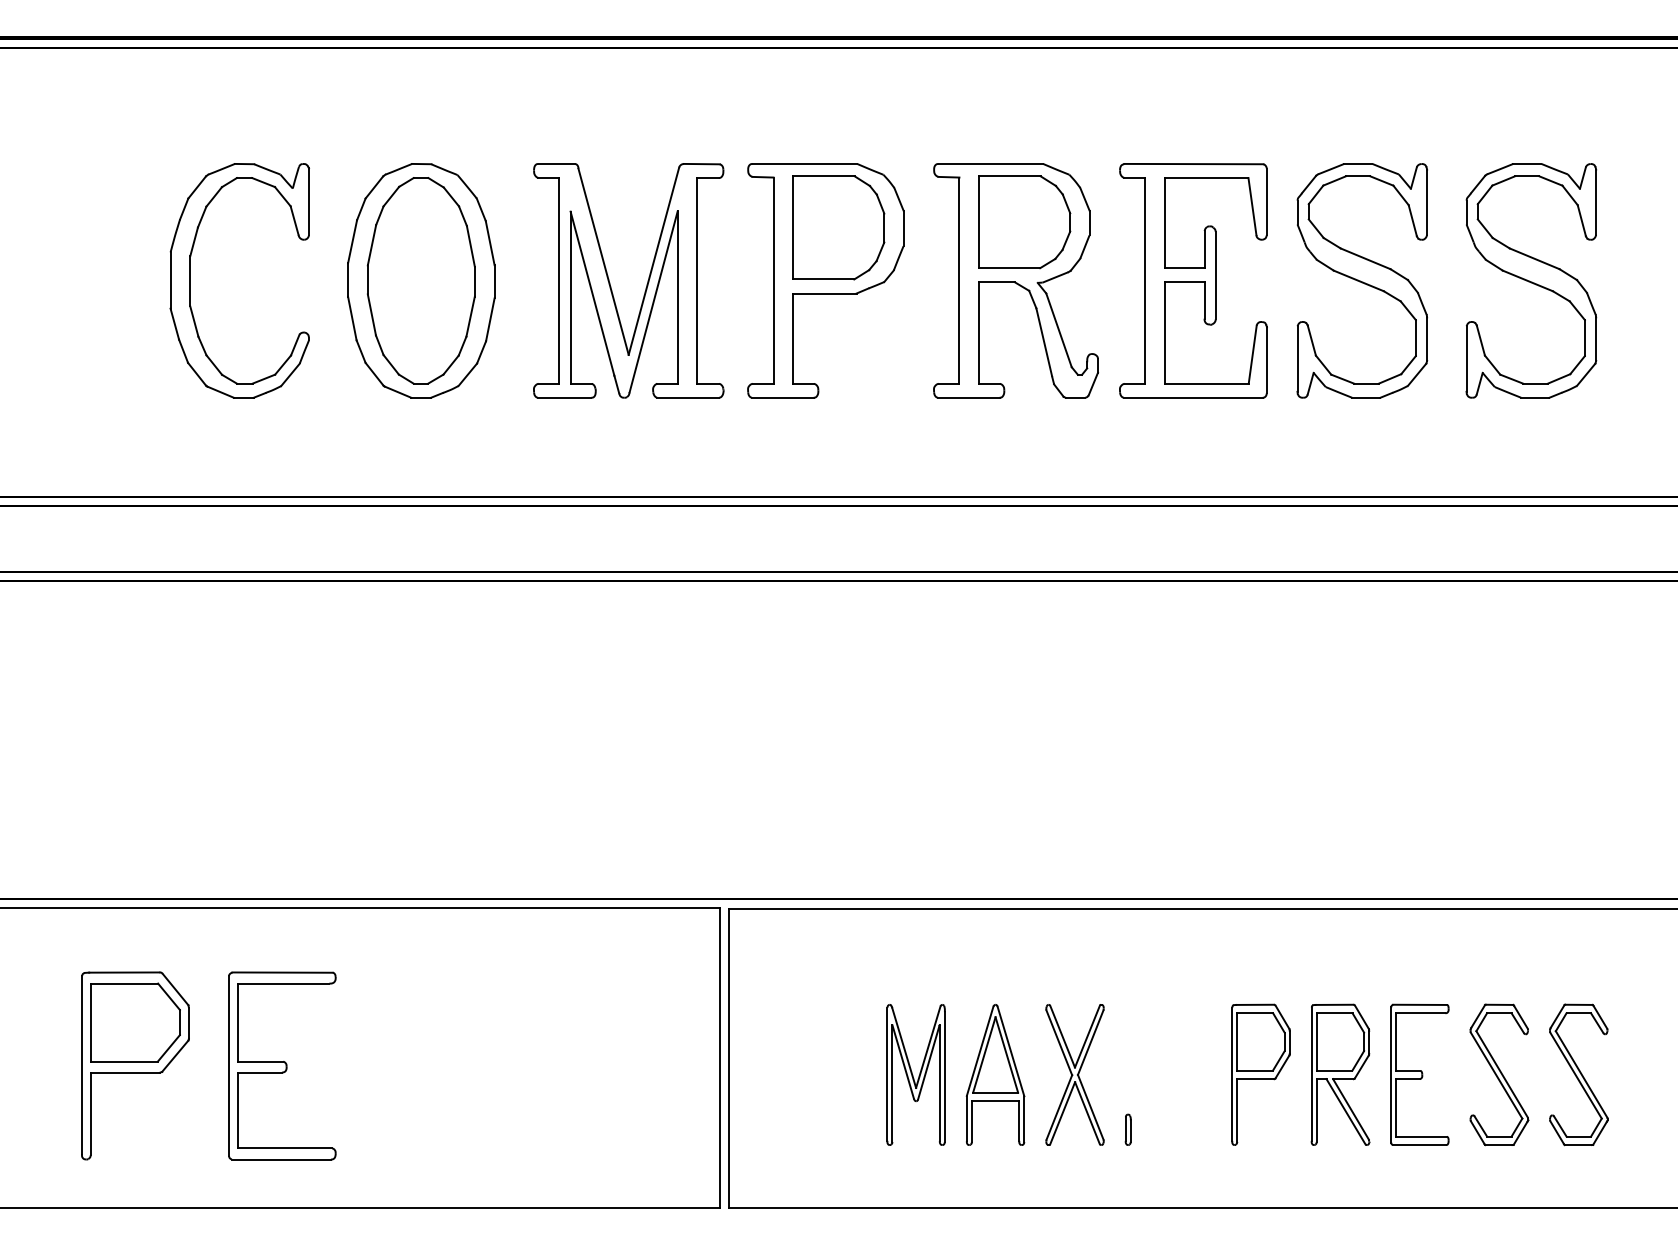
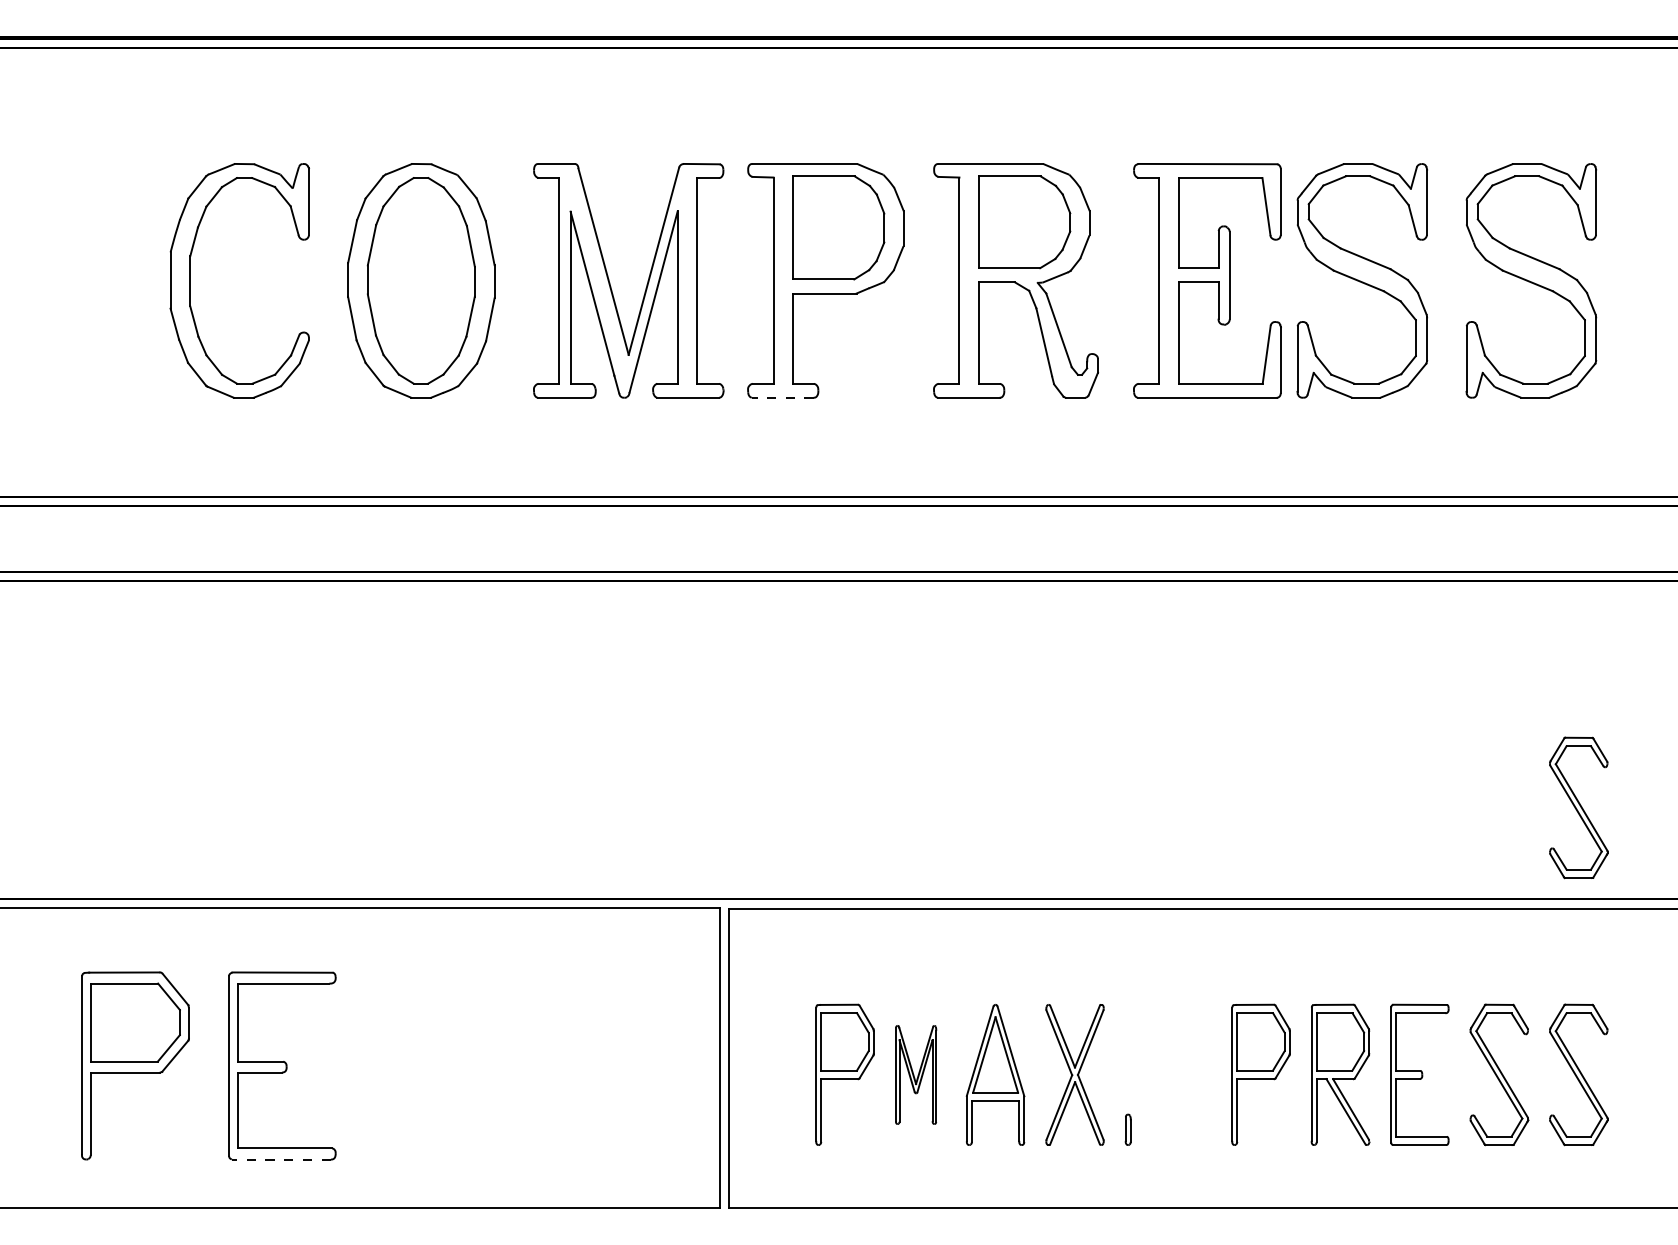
part at (1193, 280) position: (1193, 280) -> (1207, 280)
line at (782, 397): solid -> dashed
part at (1578, 807): none -> present
part at (844, 1074): none -> present
part at (915, 1074) size: 60x142 px -> 43x100 px
line at (281, 1159): solid -> dashed
